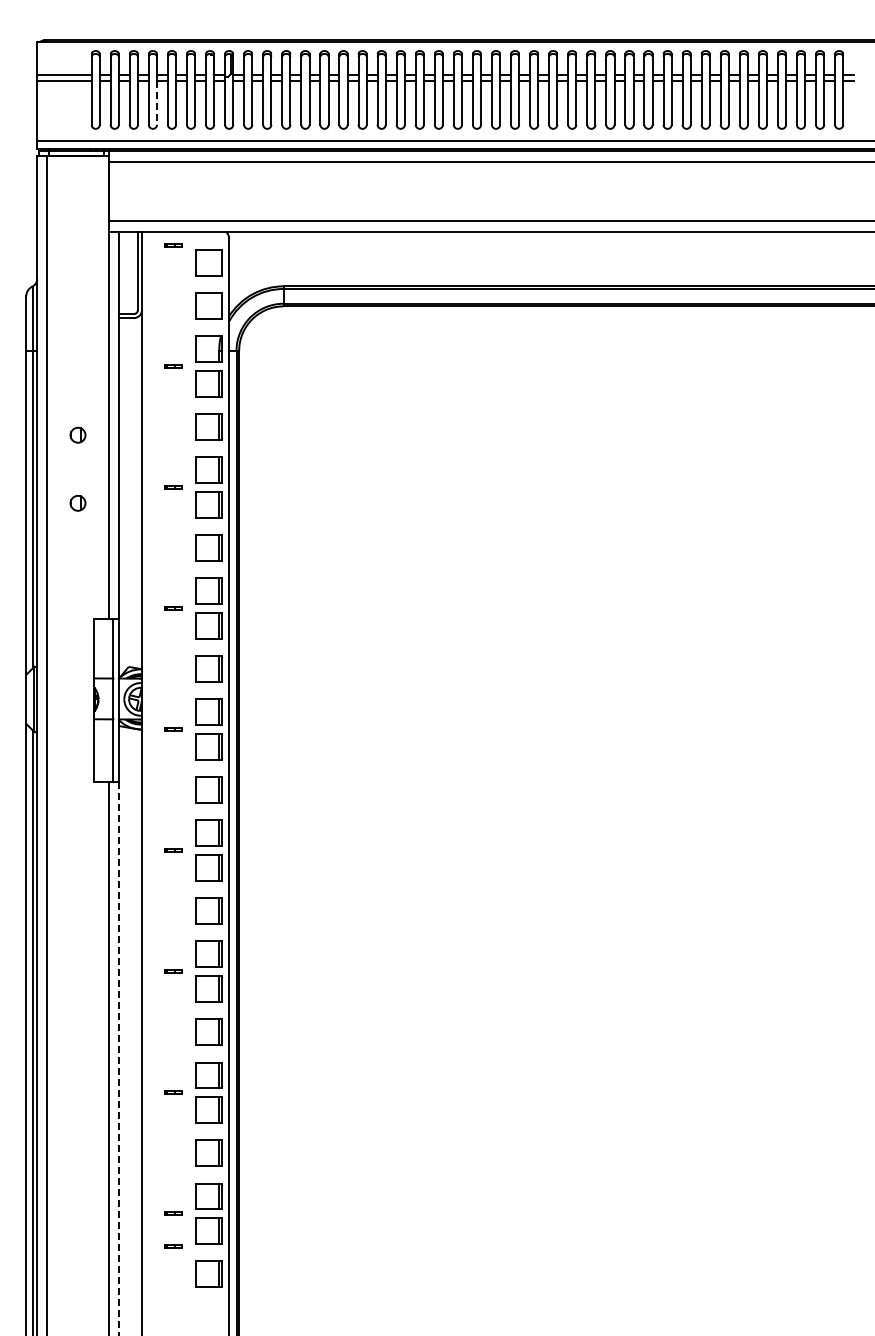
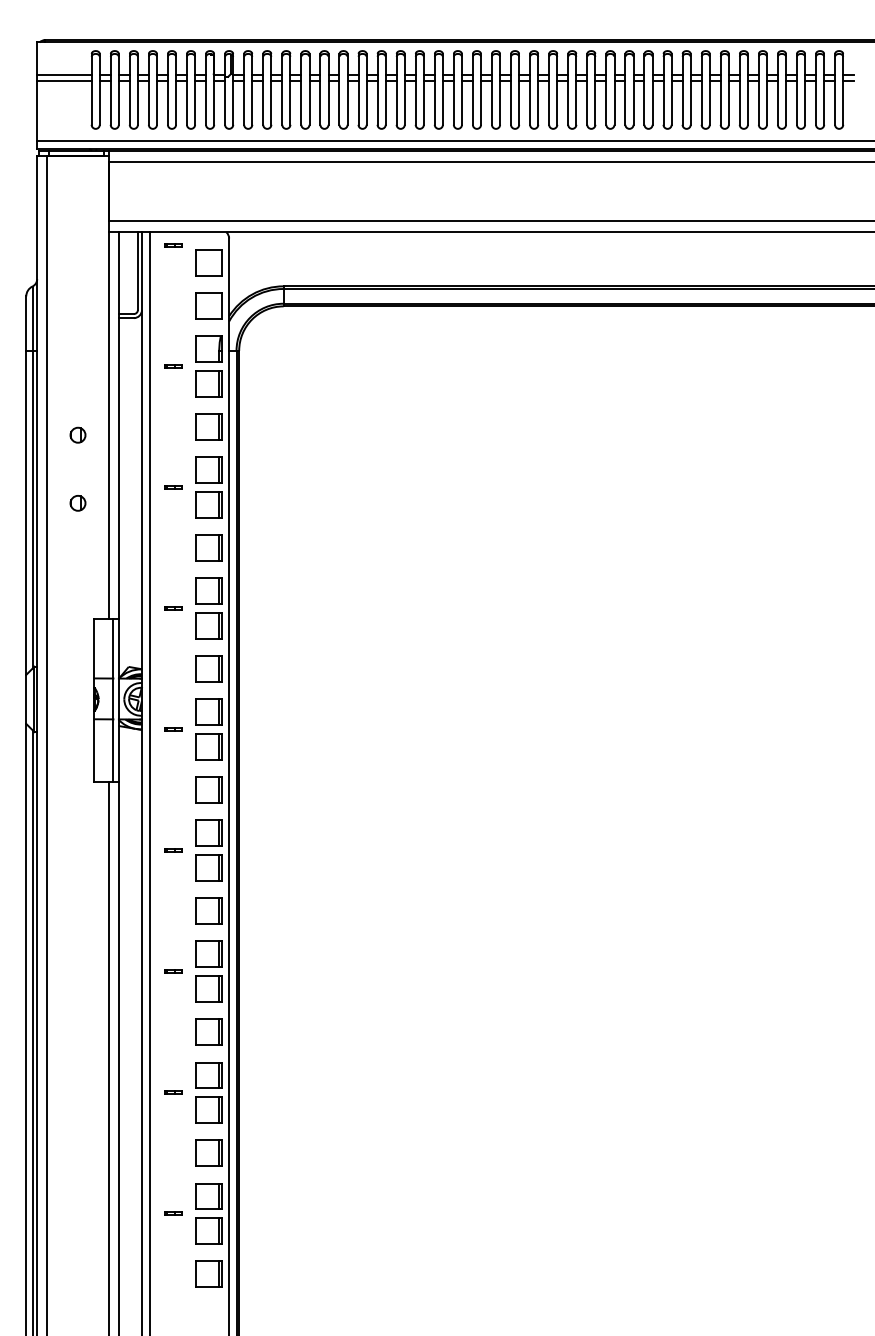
line at (157, 103): dashed -> solid
line at (150, 782): none -> present
line at (118, 1059): dashed -> solid
part at (173, 1246): present -> none
